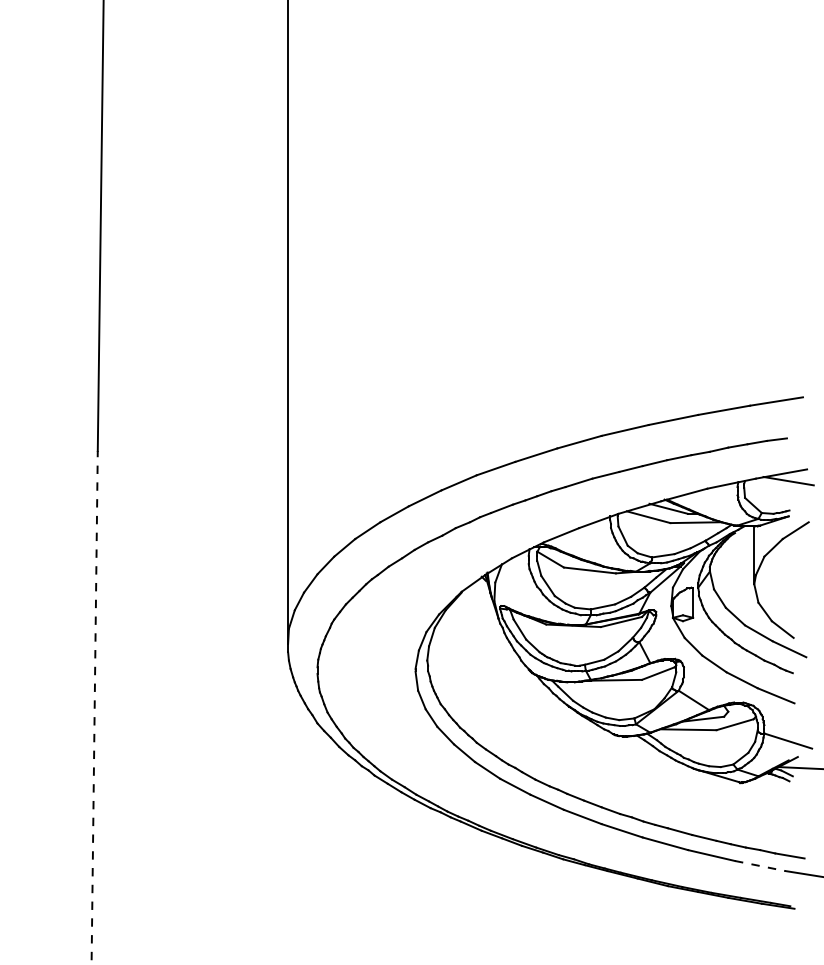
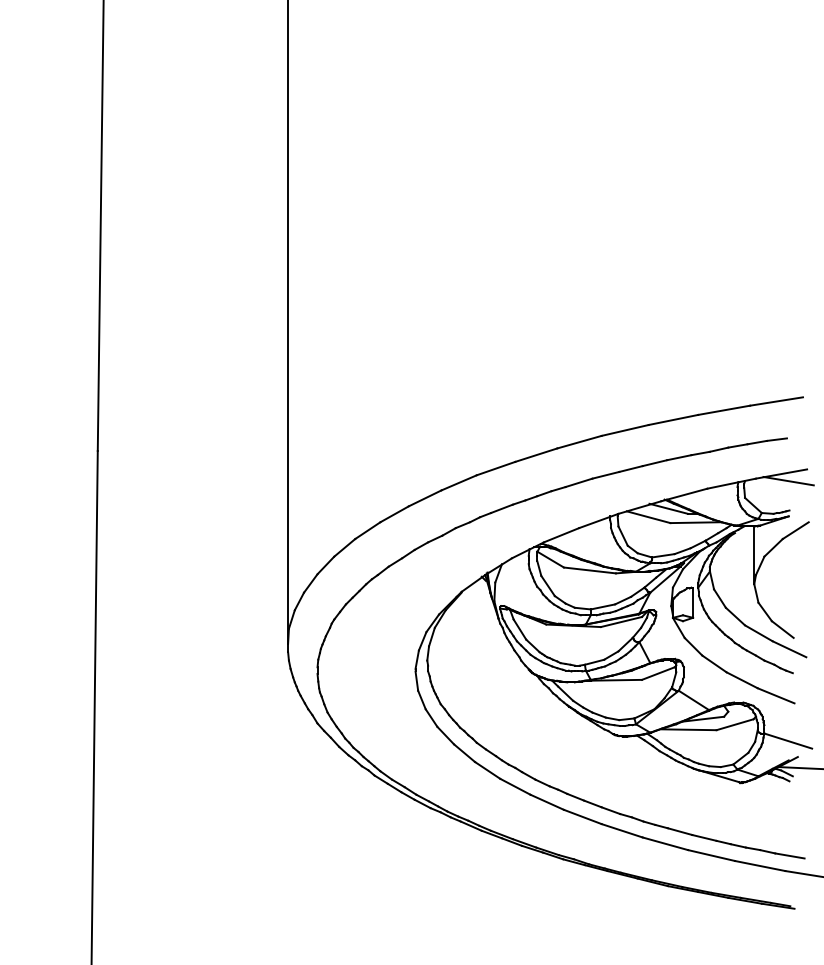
line at (94, 707): dashed -> solid
line at (760, 866): dashed -> solid
